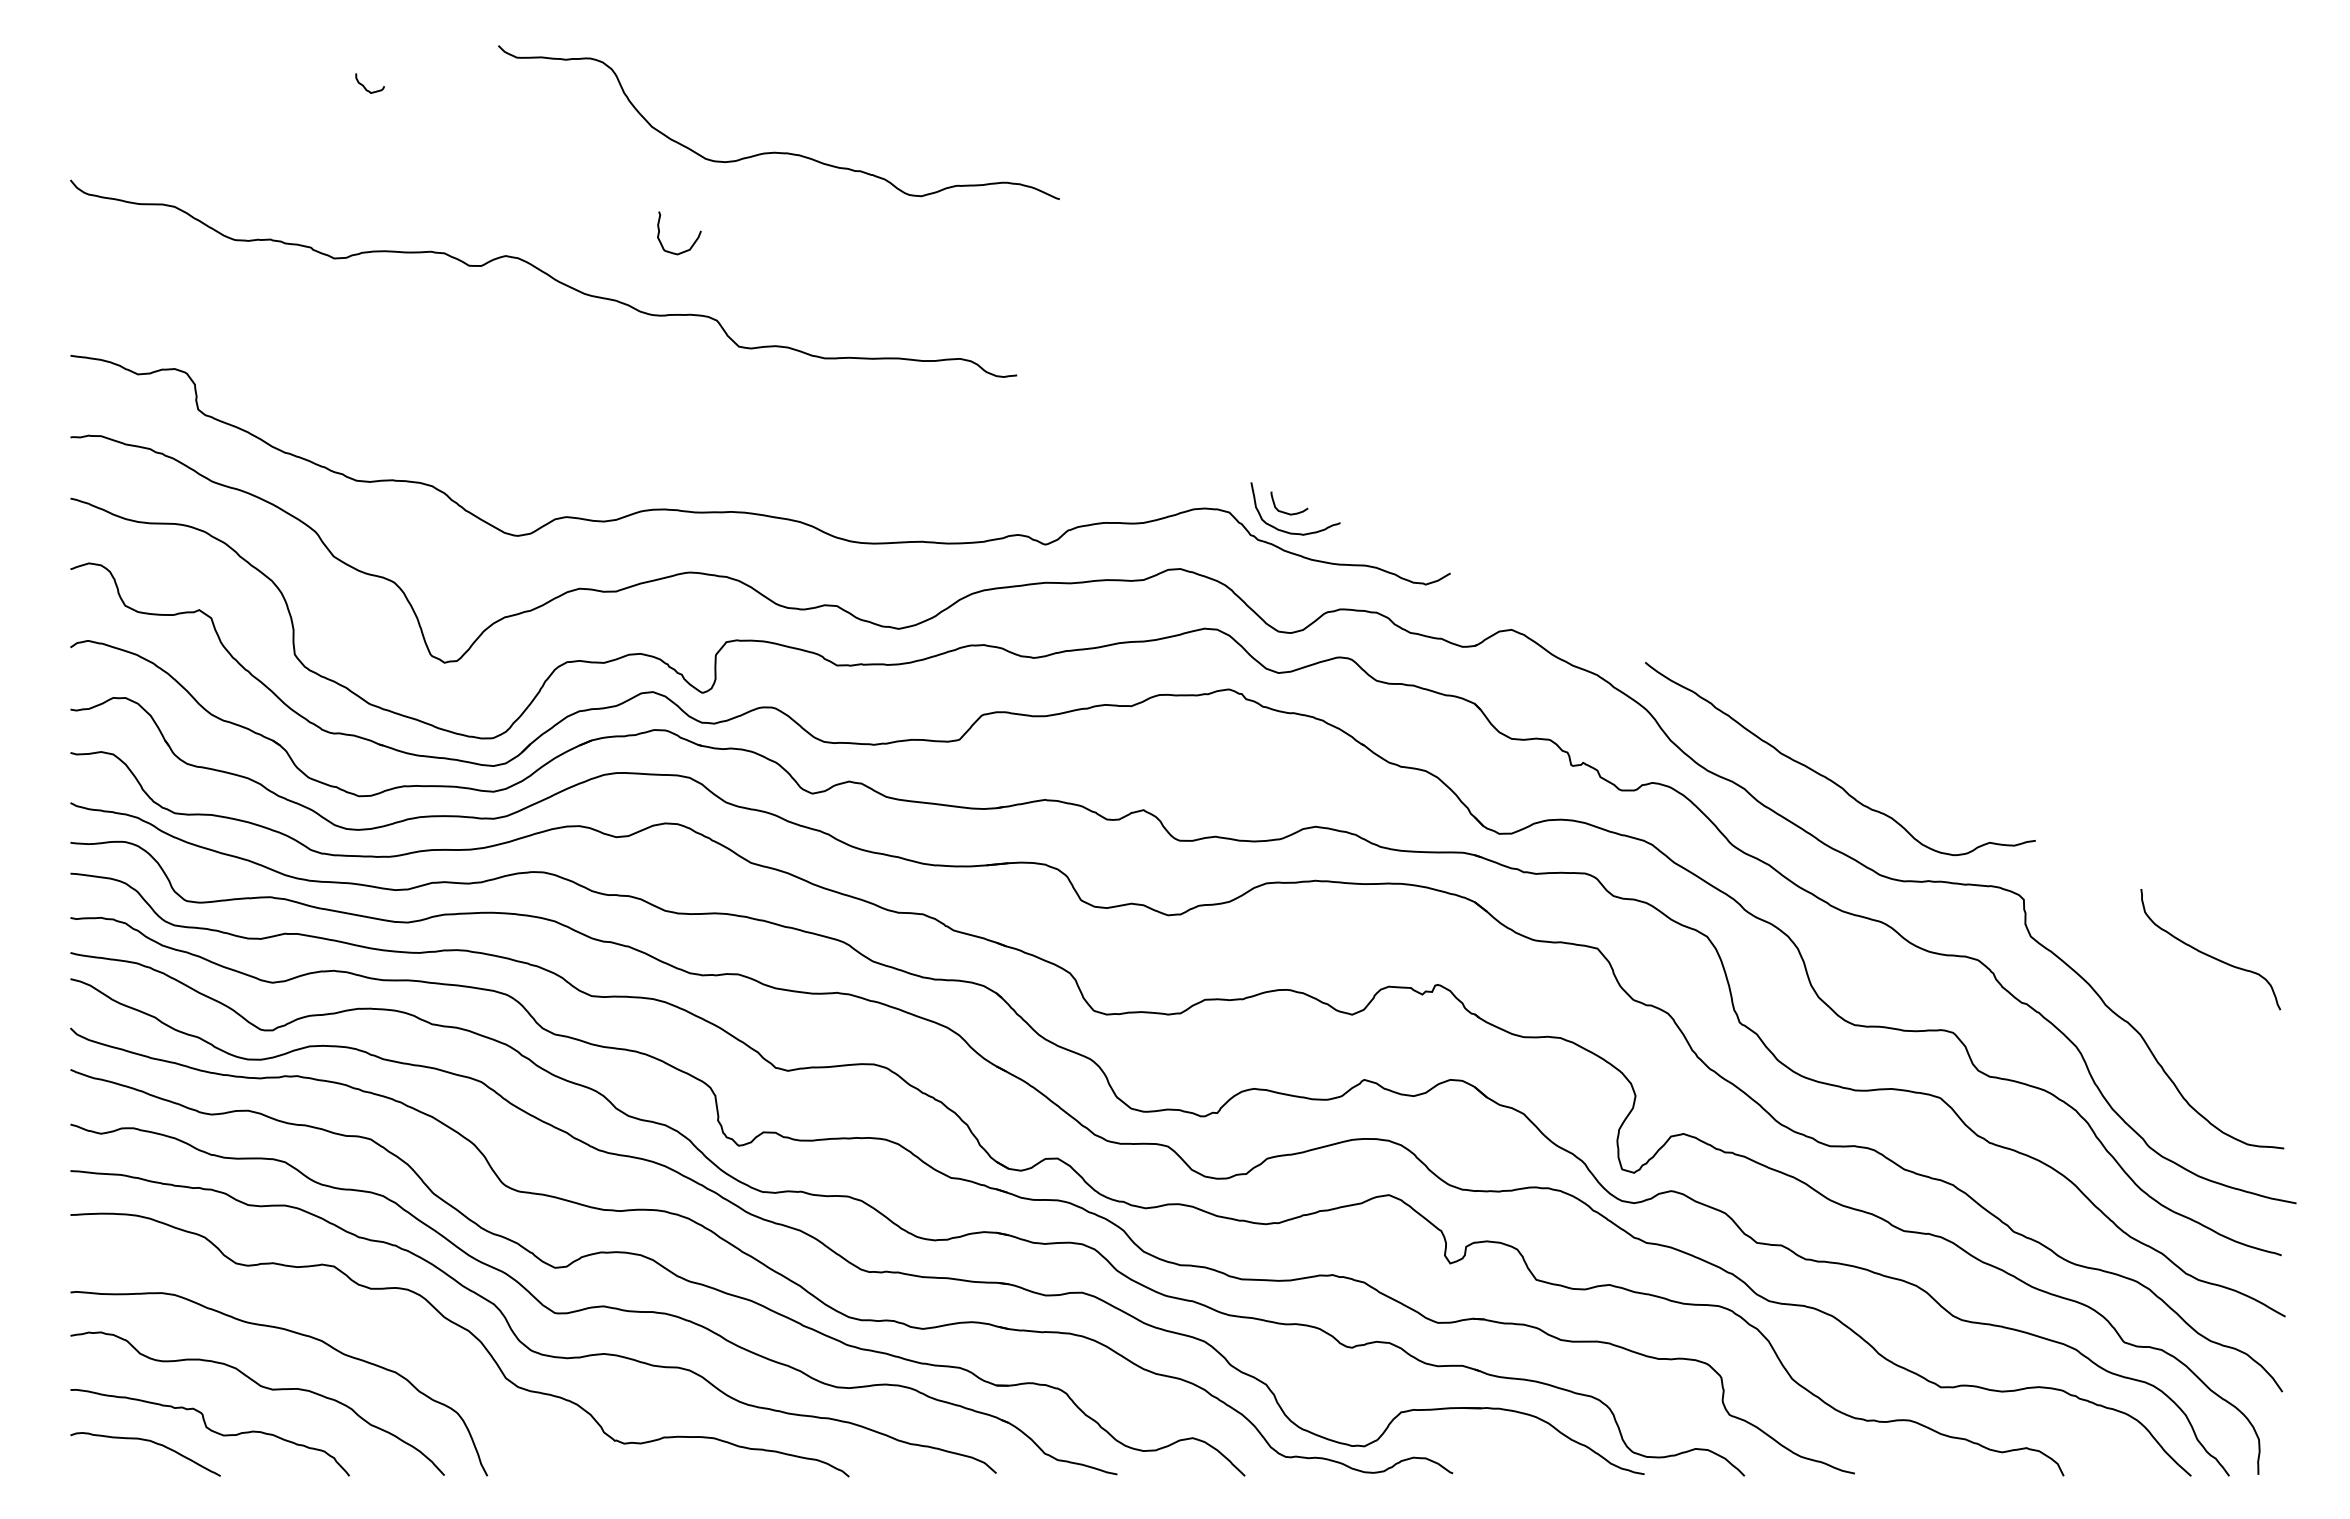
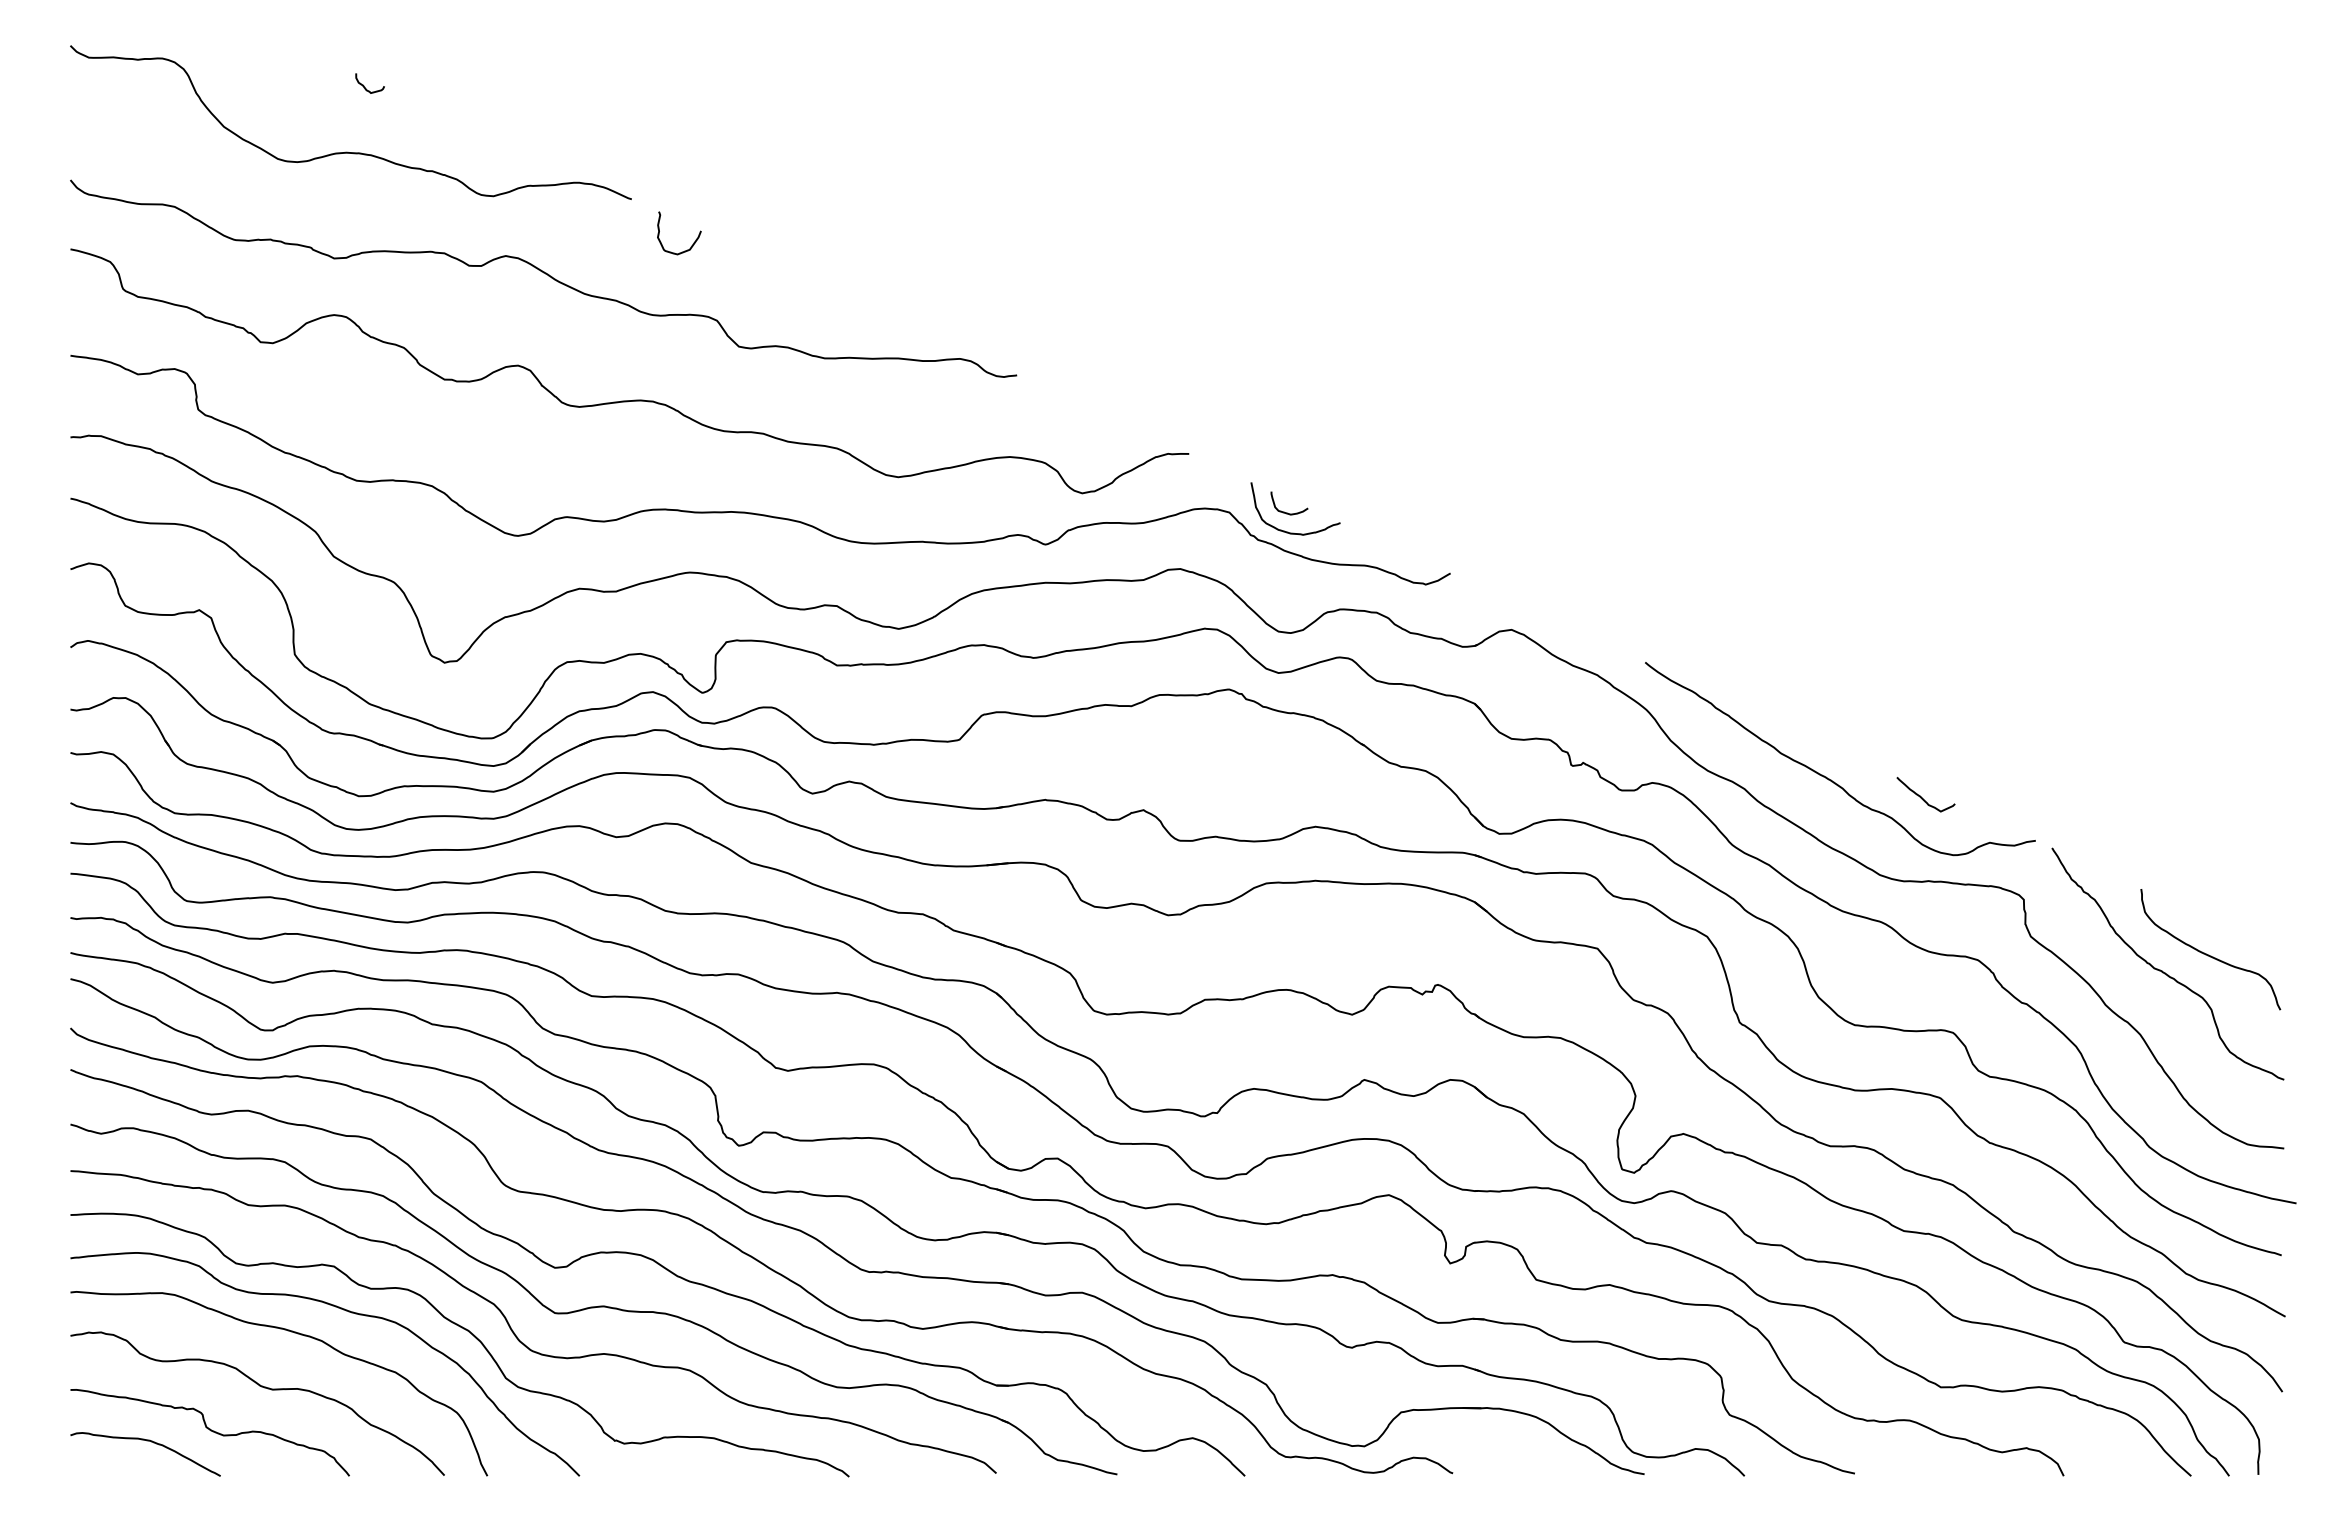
curve at (775, 151) position: (775, 151) -> (347, 151)
curve at (633, 399): none -> present
curve at (1922, 797): none -> present
curve at (2162, 970): none -> present
curve at (348, 1312): none -> present
